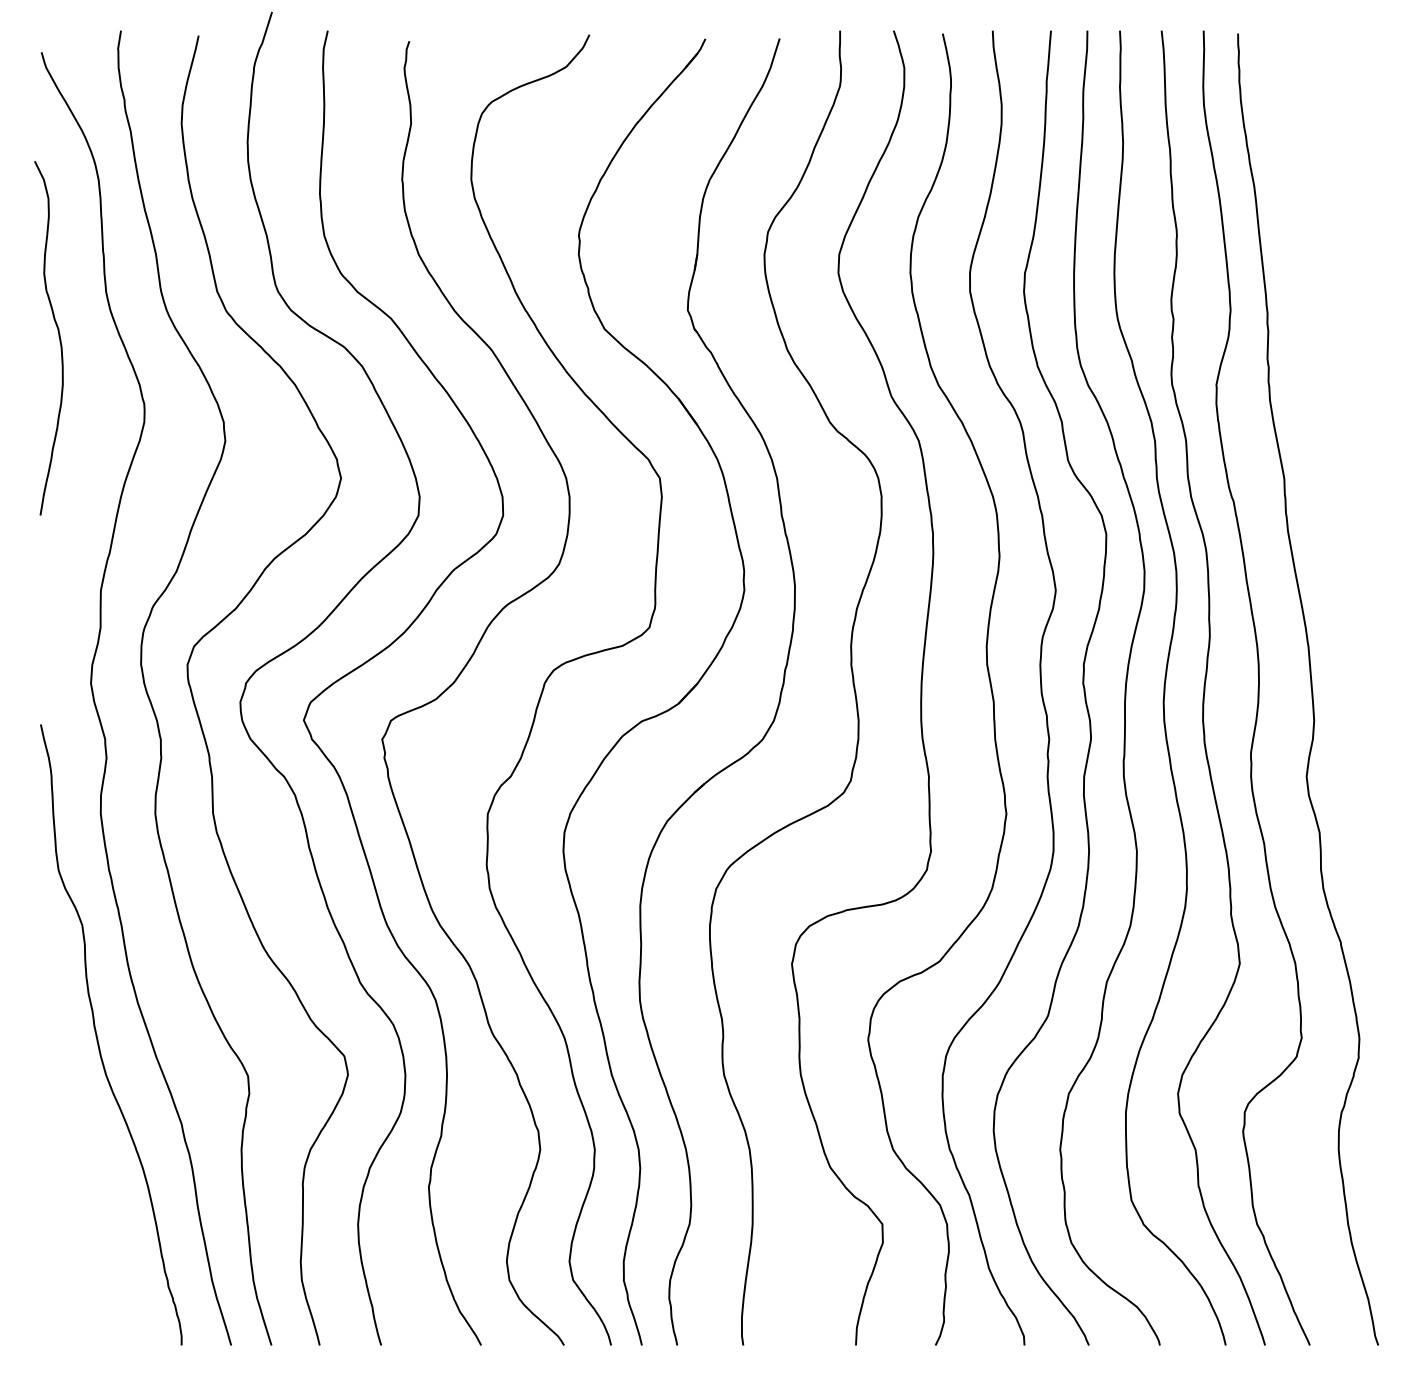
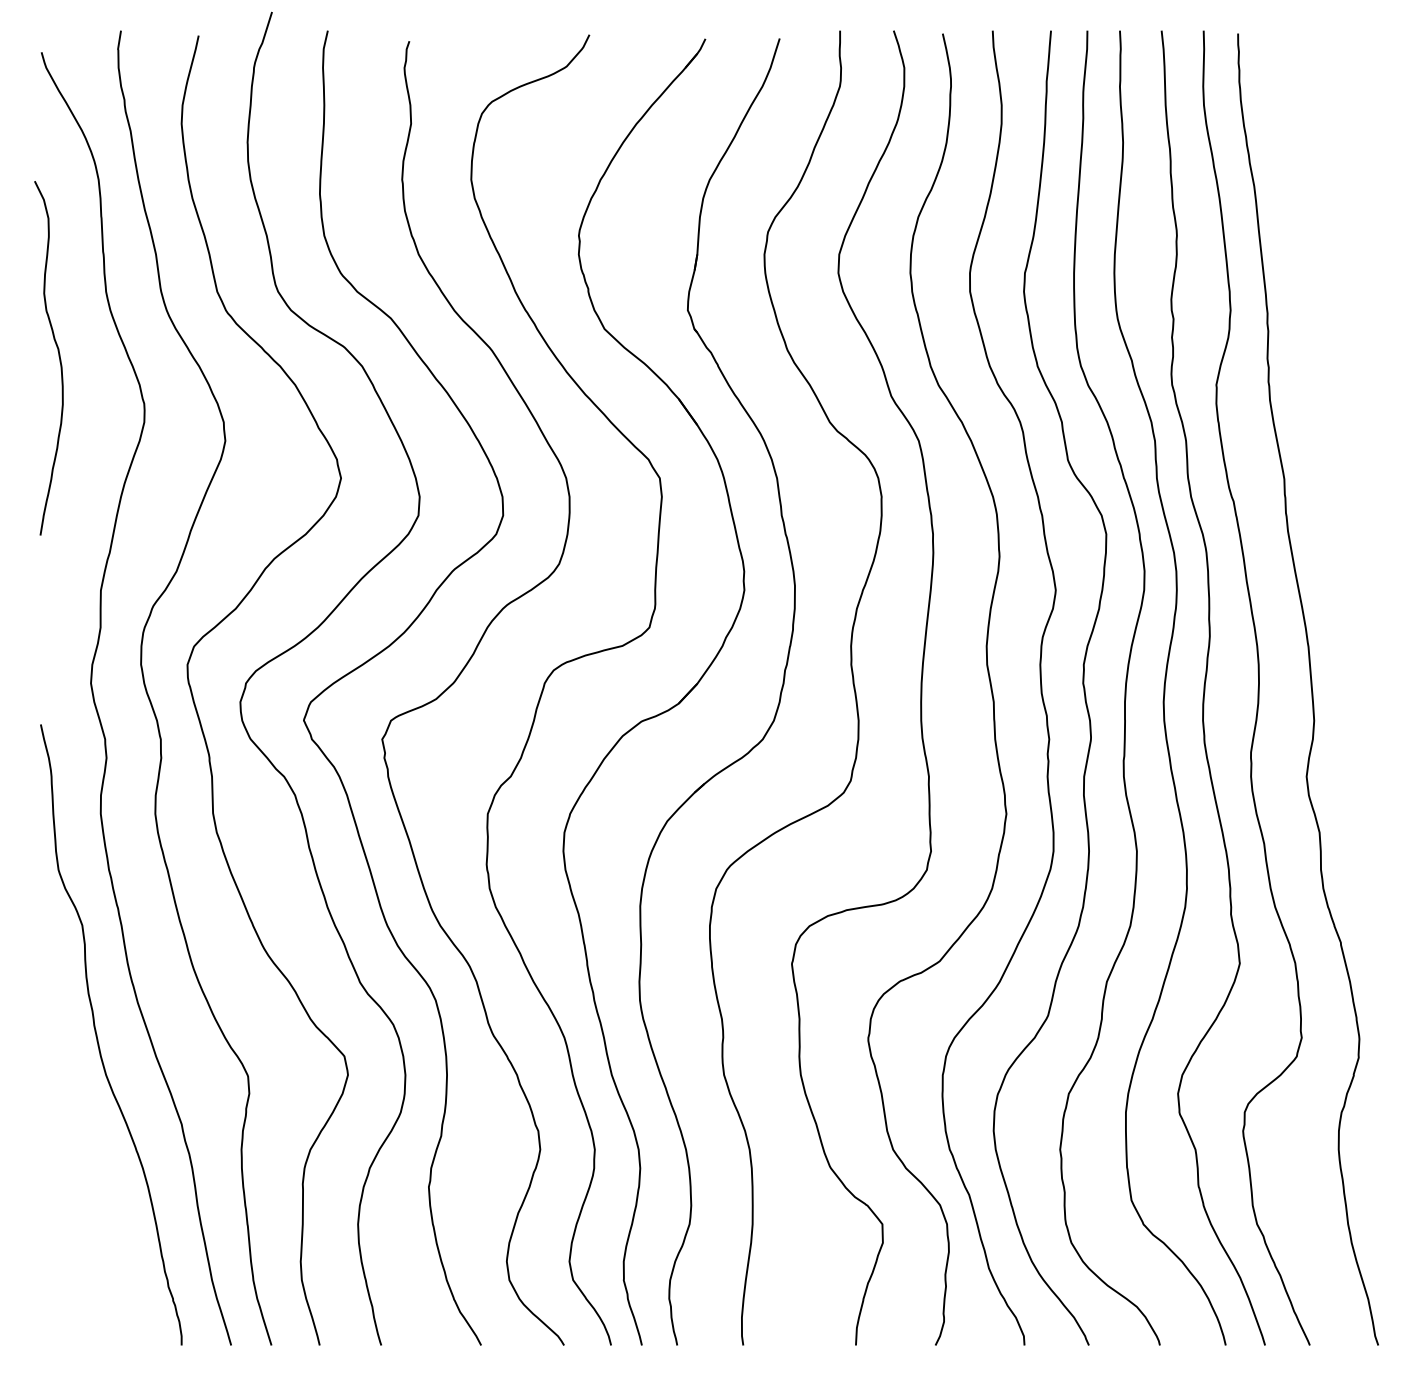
curve at (58, 336) position: (58, 336) -> (58, 356)
